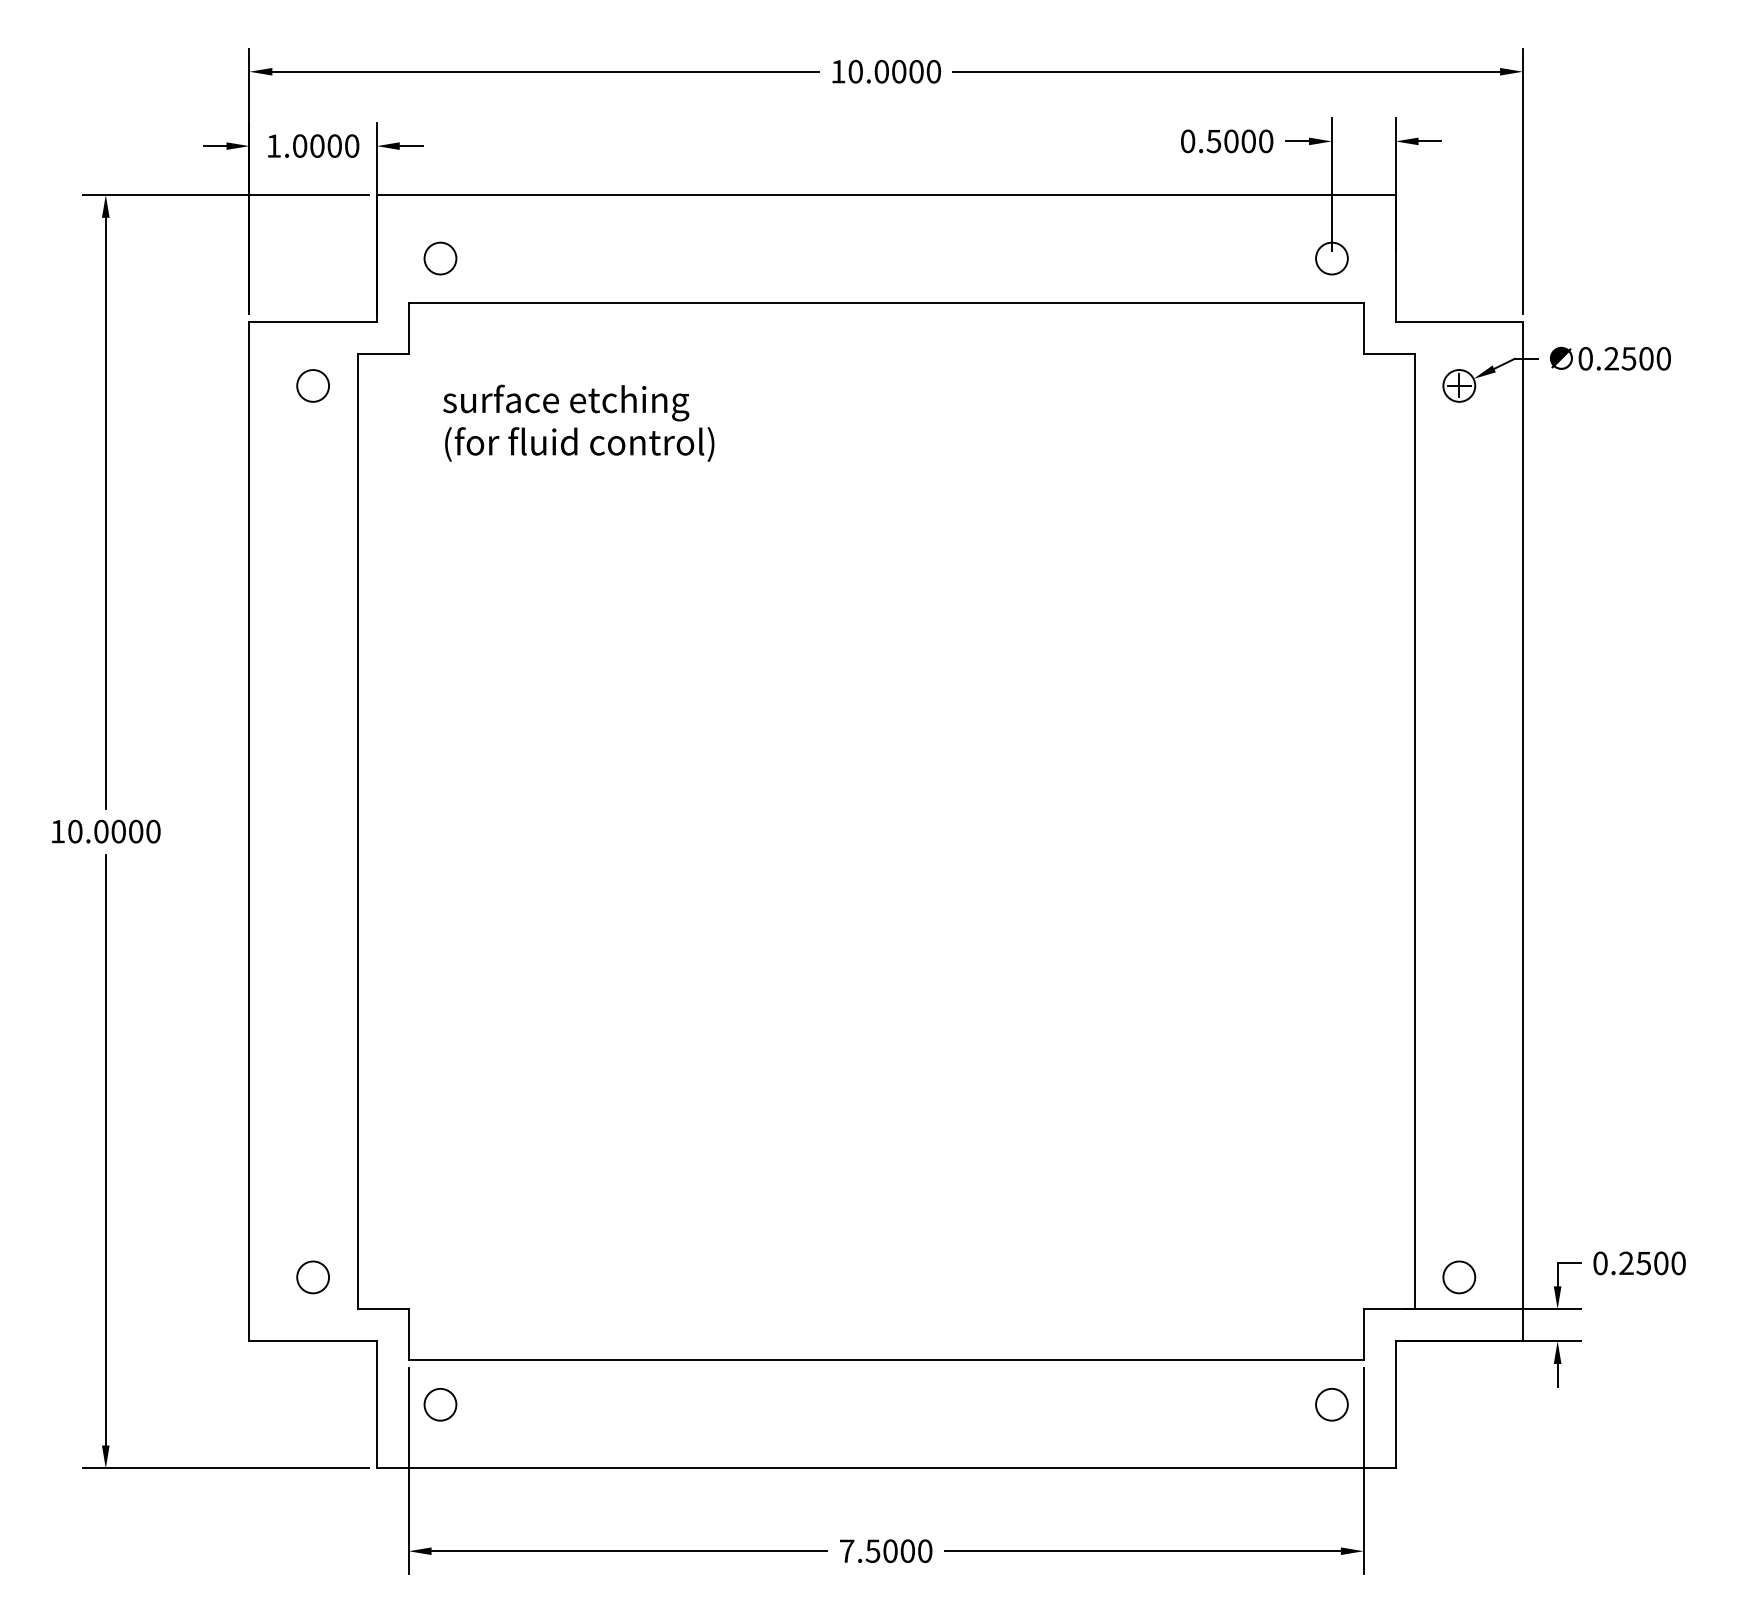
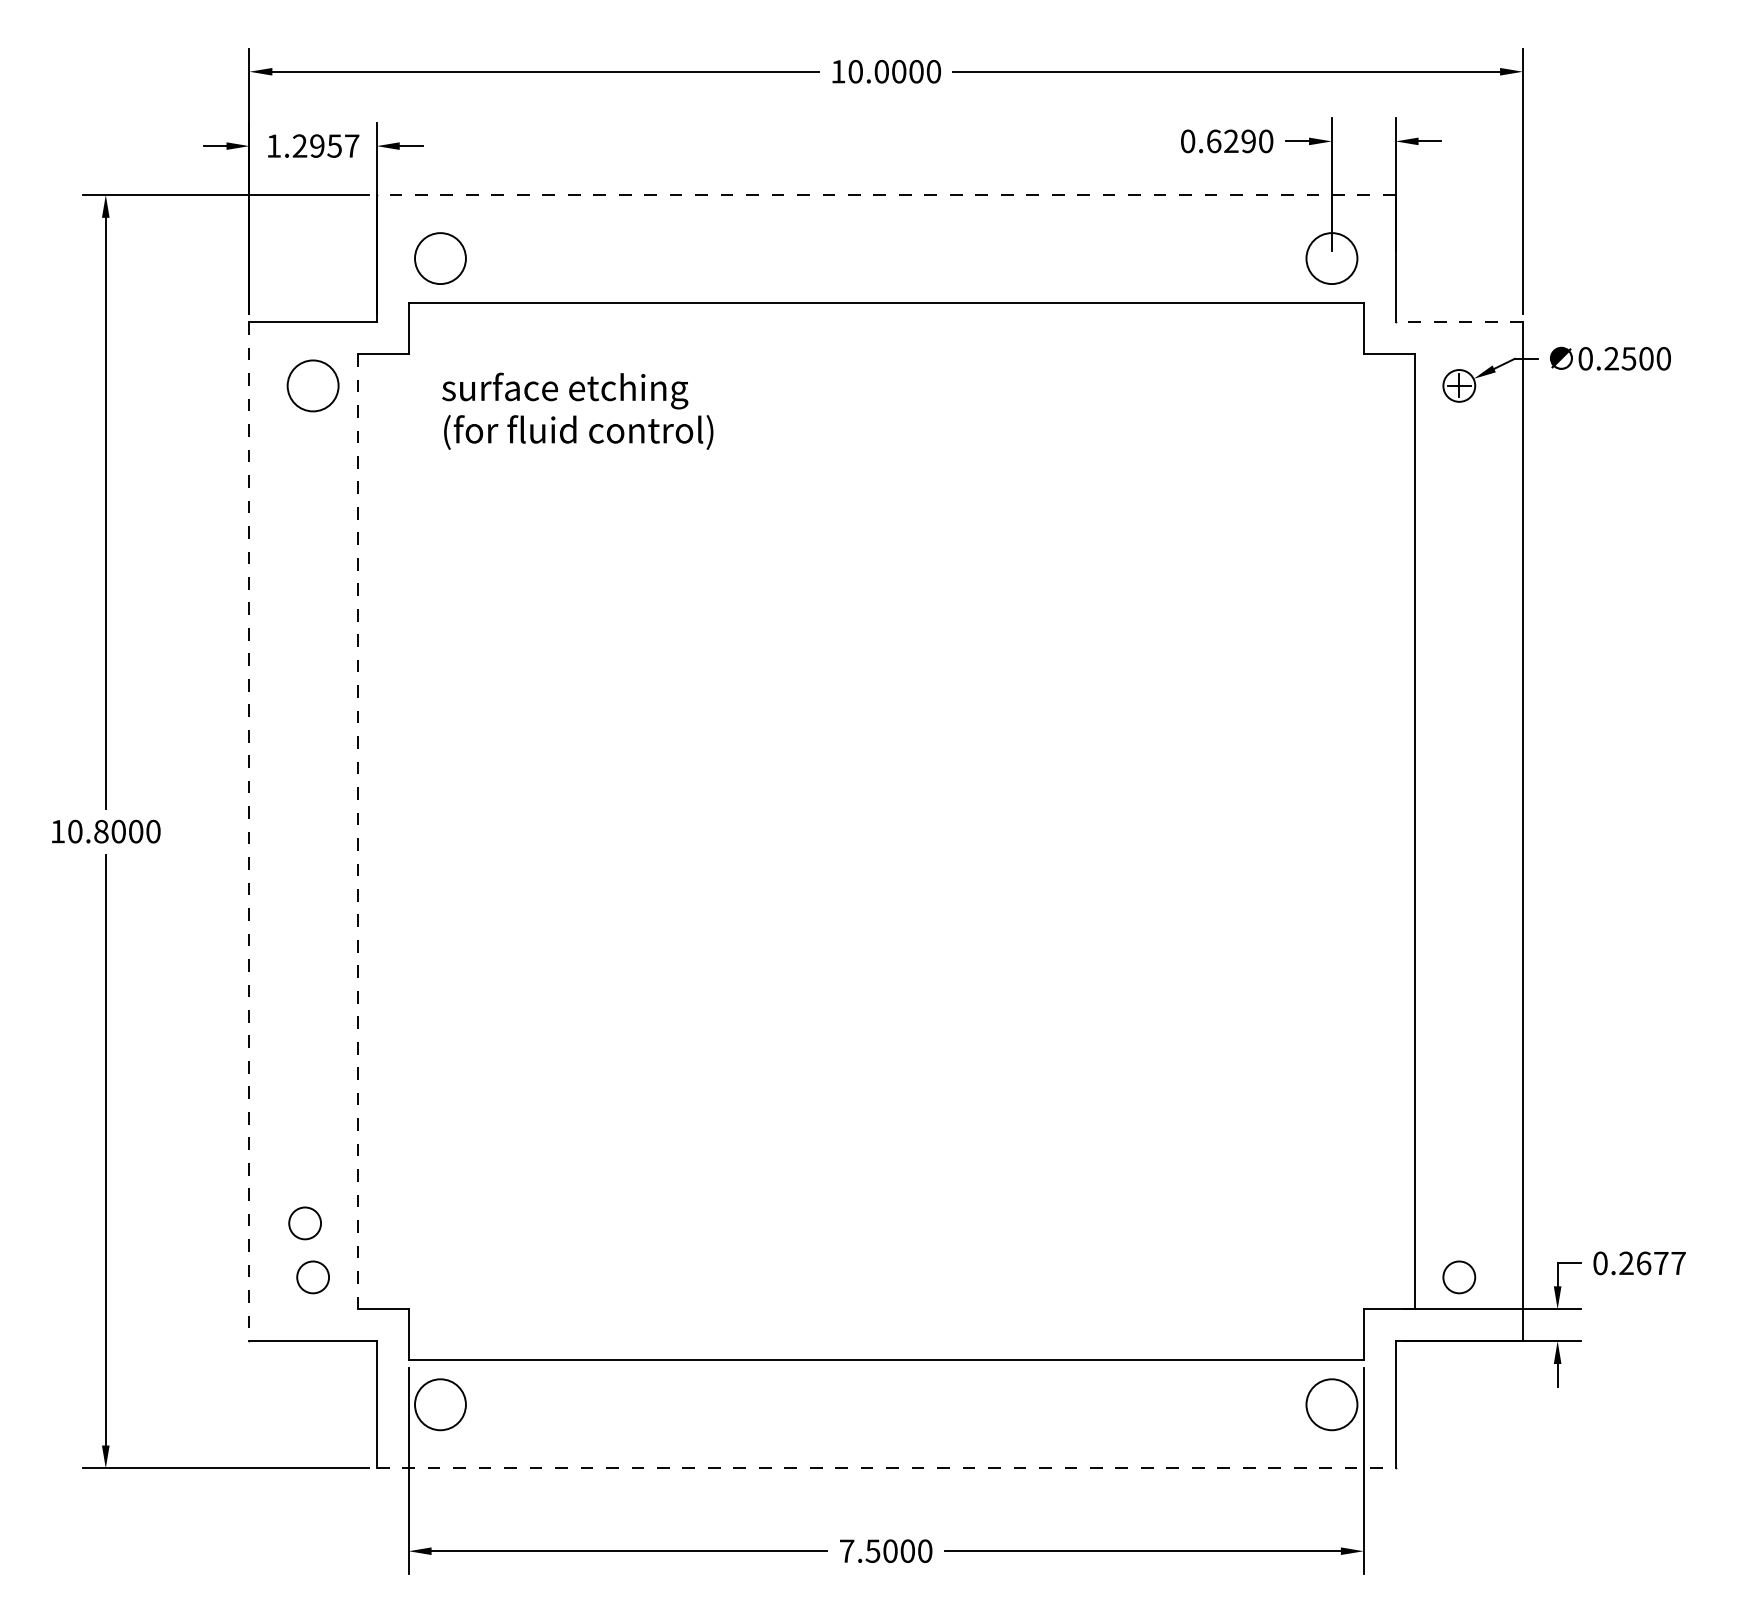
text at (1230, 141): 0.5000 -> 0.6290
text at (325, 145): 1.0000 -> 1.2957
line at (885, 194): solid -> dashed
circle at (440, 258) diameter: 32 px -> 51 px
circle at (1331, 258) diameter: 32 px -> 51 px
line at (1459, 322): solid -> dashed
circle at (313, 385) diameter: 32 px -> 51 px
text at (578, 422) position: (578, 422) -> (577, 410)
text at (101, 831): 10.0000 -> 10.8000
line at (357, 831): solid -> dashed
line at (249, 832): solid -> dashed
circle at (304, 1223): none -> present
text at (1660, 1263): 0.2500 -> 0.2677
circle at (440, 1404) diameter: 32 px -> 51 px
circle at (1331, 1404) diameter: 32 px -> 51 px
line at (886, 1468): solid -> dashed
